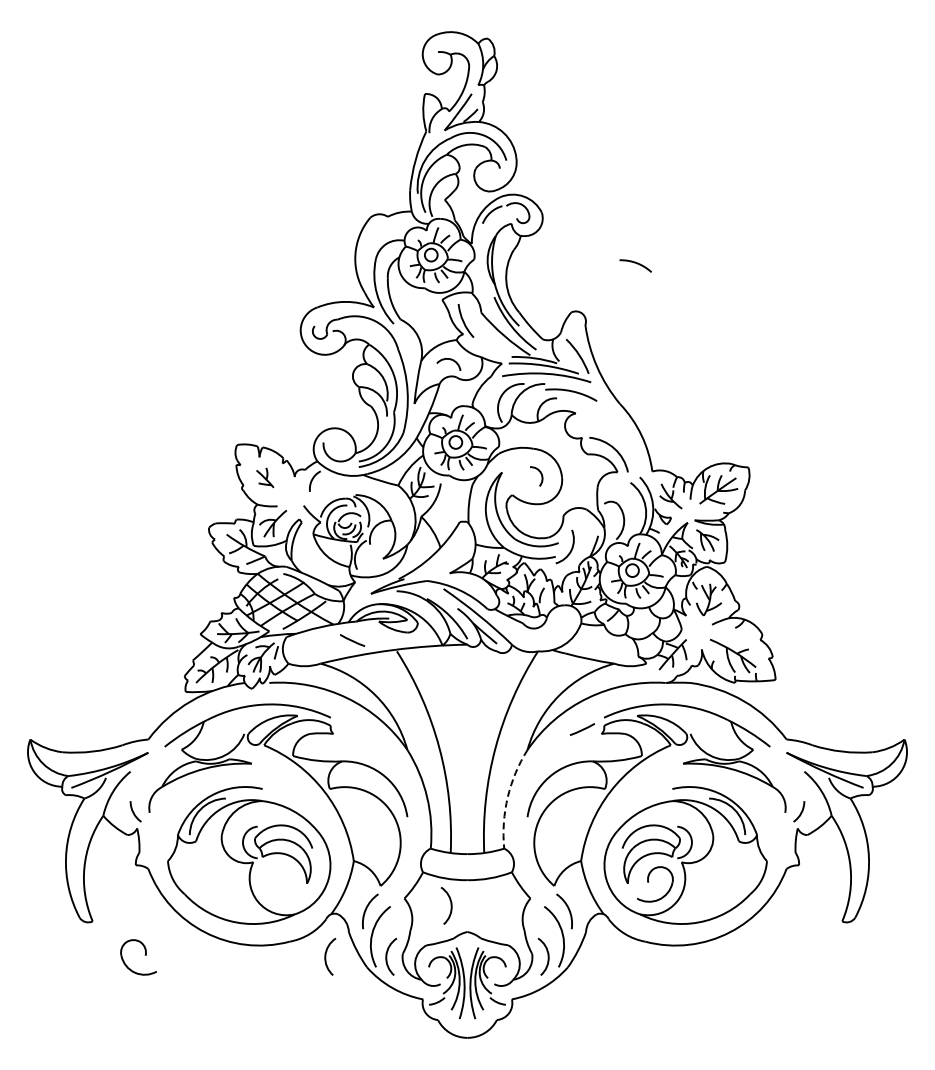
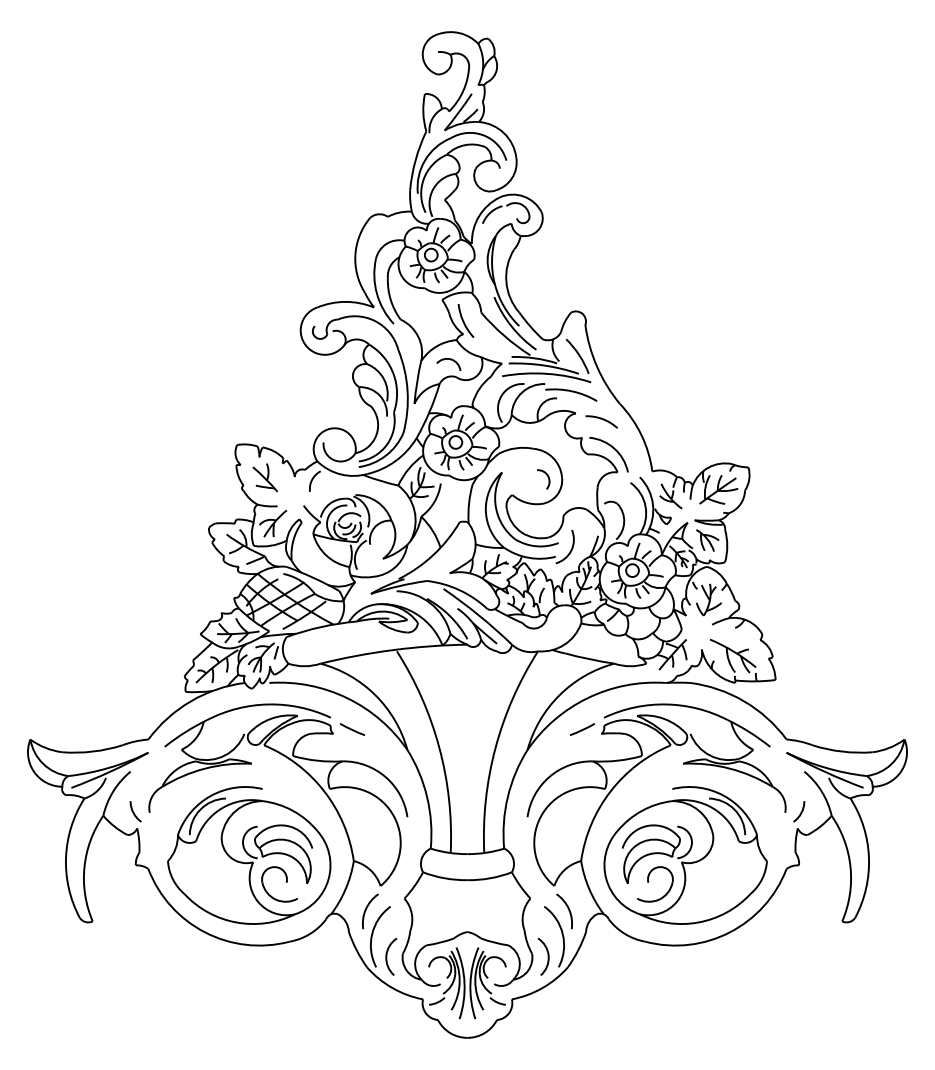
arc at (635, 263) position: (635, 263) -> (601, 419)
arc at (540, 474) position: (540, 474) -> (547, 477)
part at (265, 477) size: 19x21 px -> 26x30 px
line at (352, 640) position: (352, 640) -> (352, 729)
arc at (507, 797): dashed -> solid
arc at (450, 905): present -> none
part at (144, 955) position: (144, 955) -> (285, 882)
arc at (326, 956): present -> none
